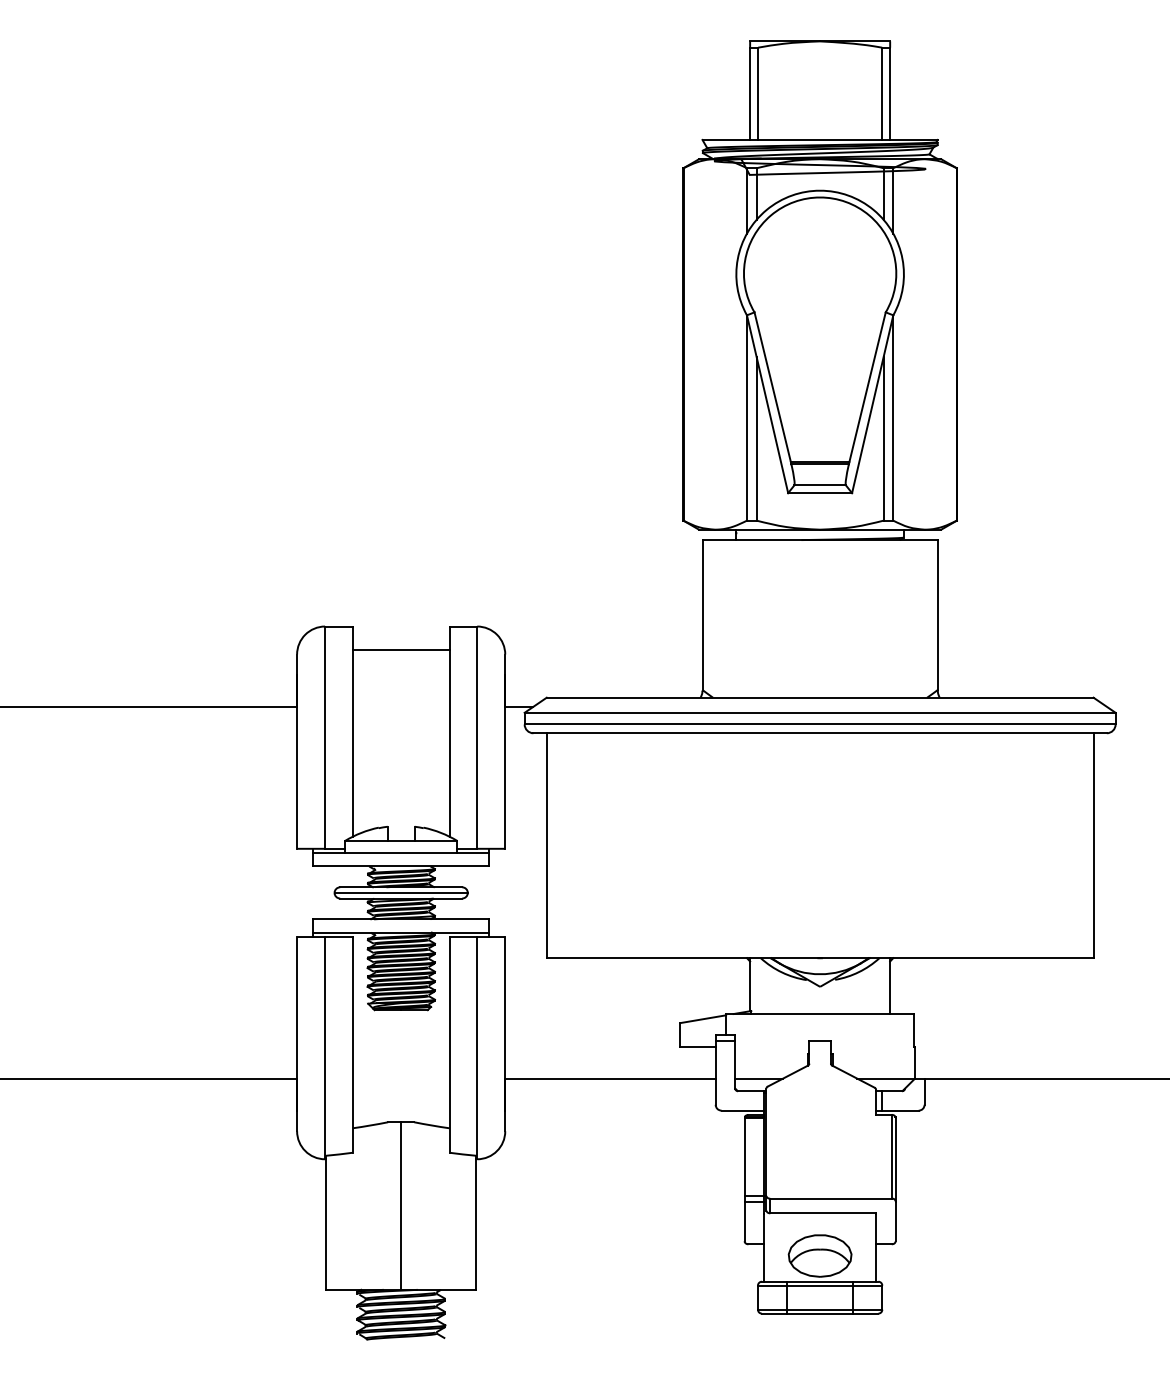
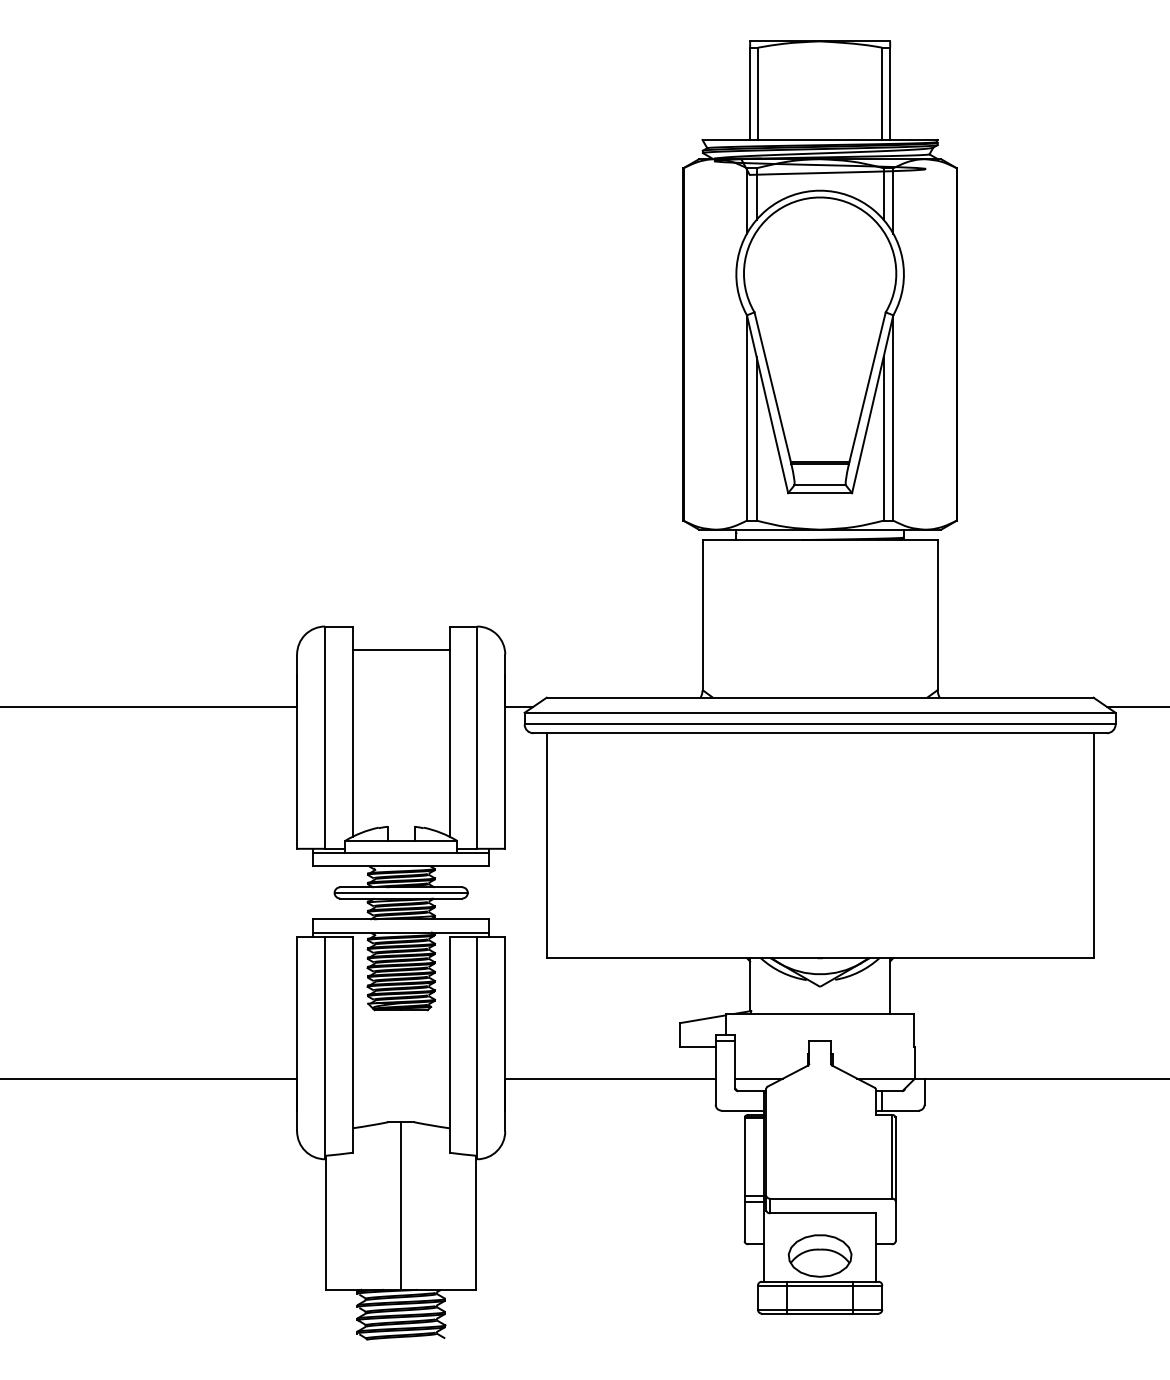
line at (1136, 706): none -> present
